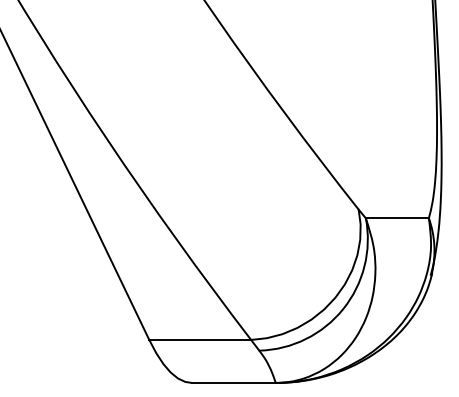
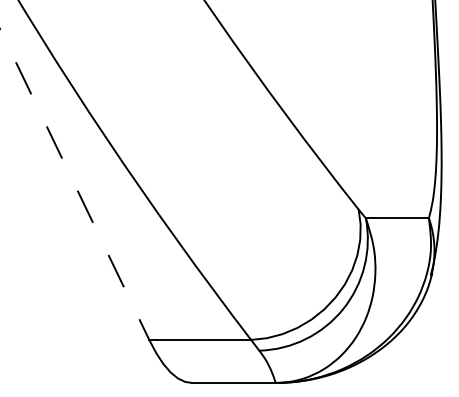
line at (74, 184): solid -> dashed
